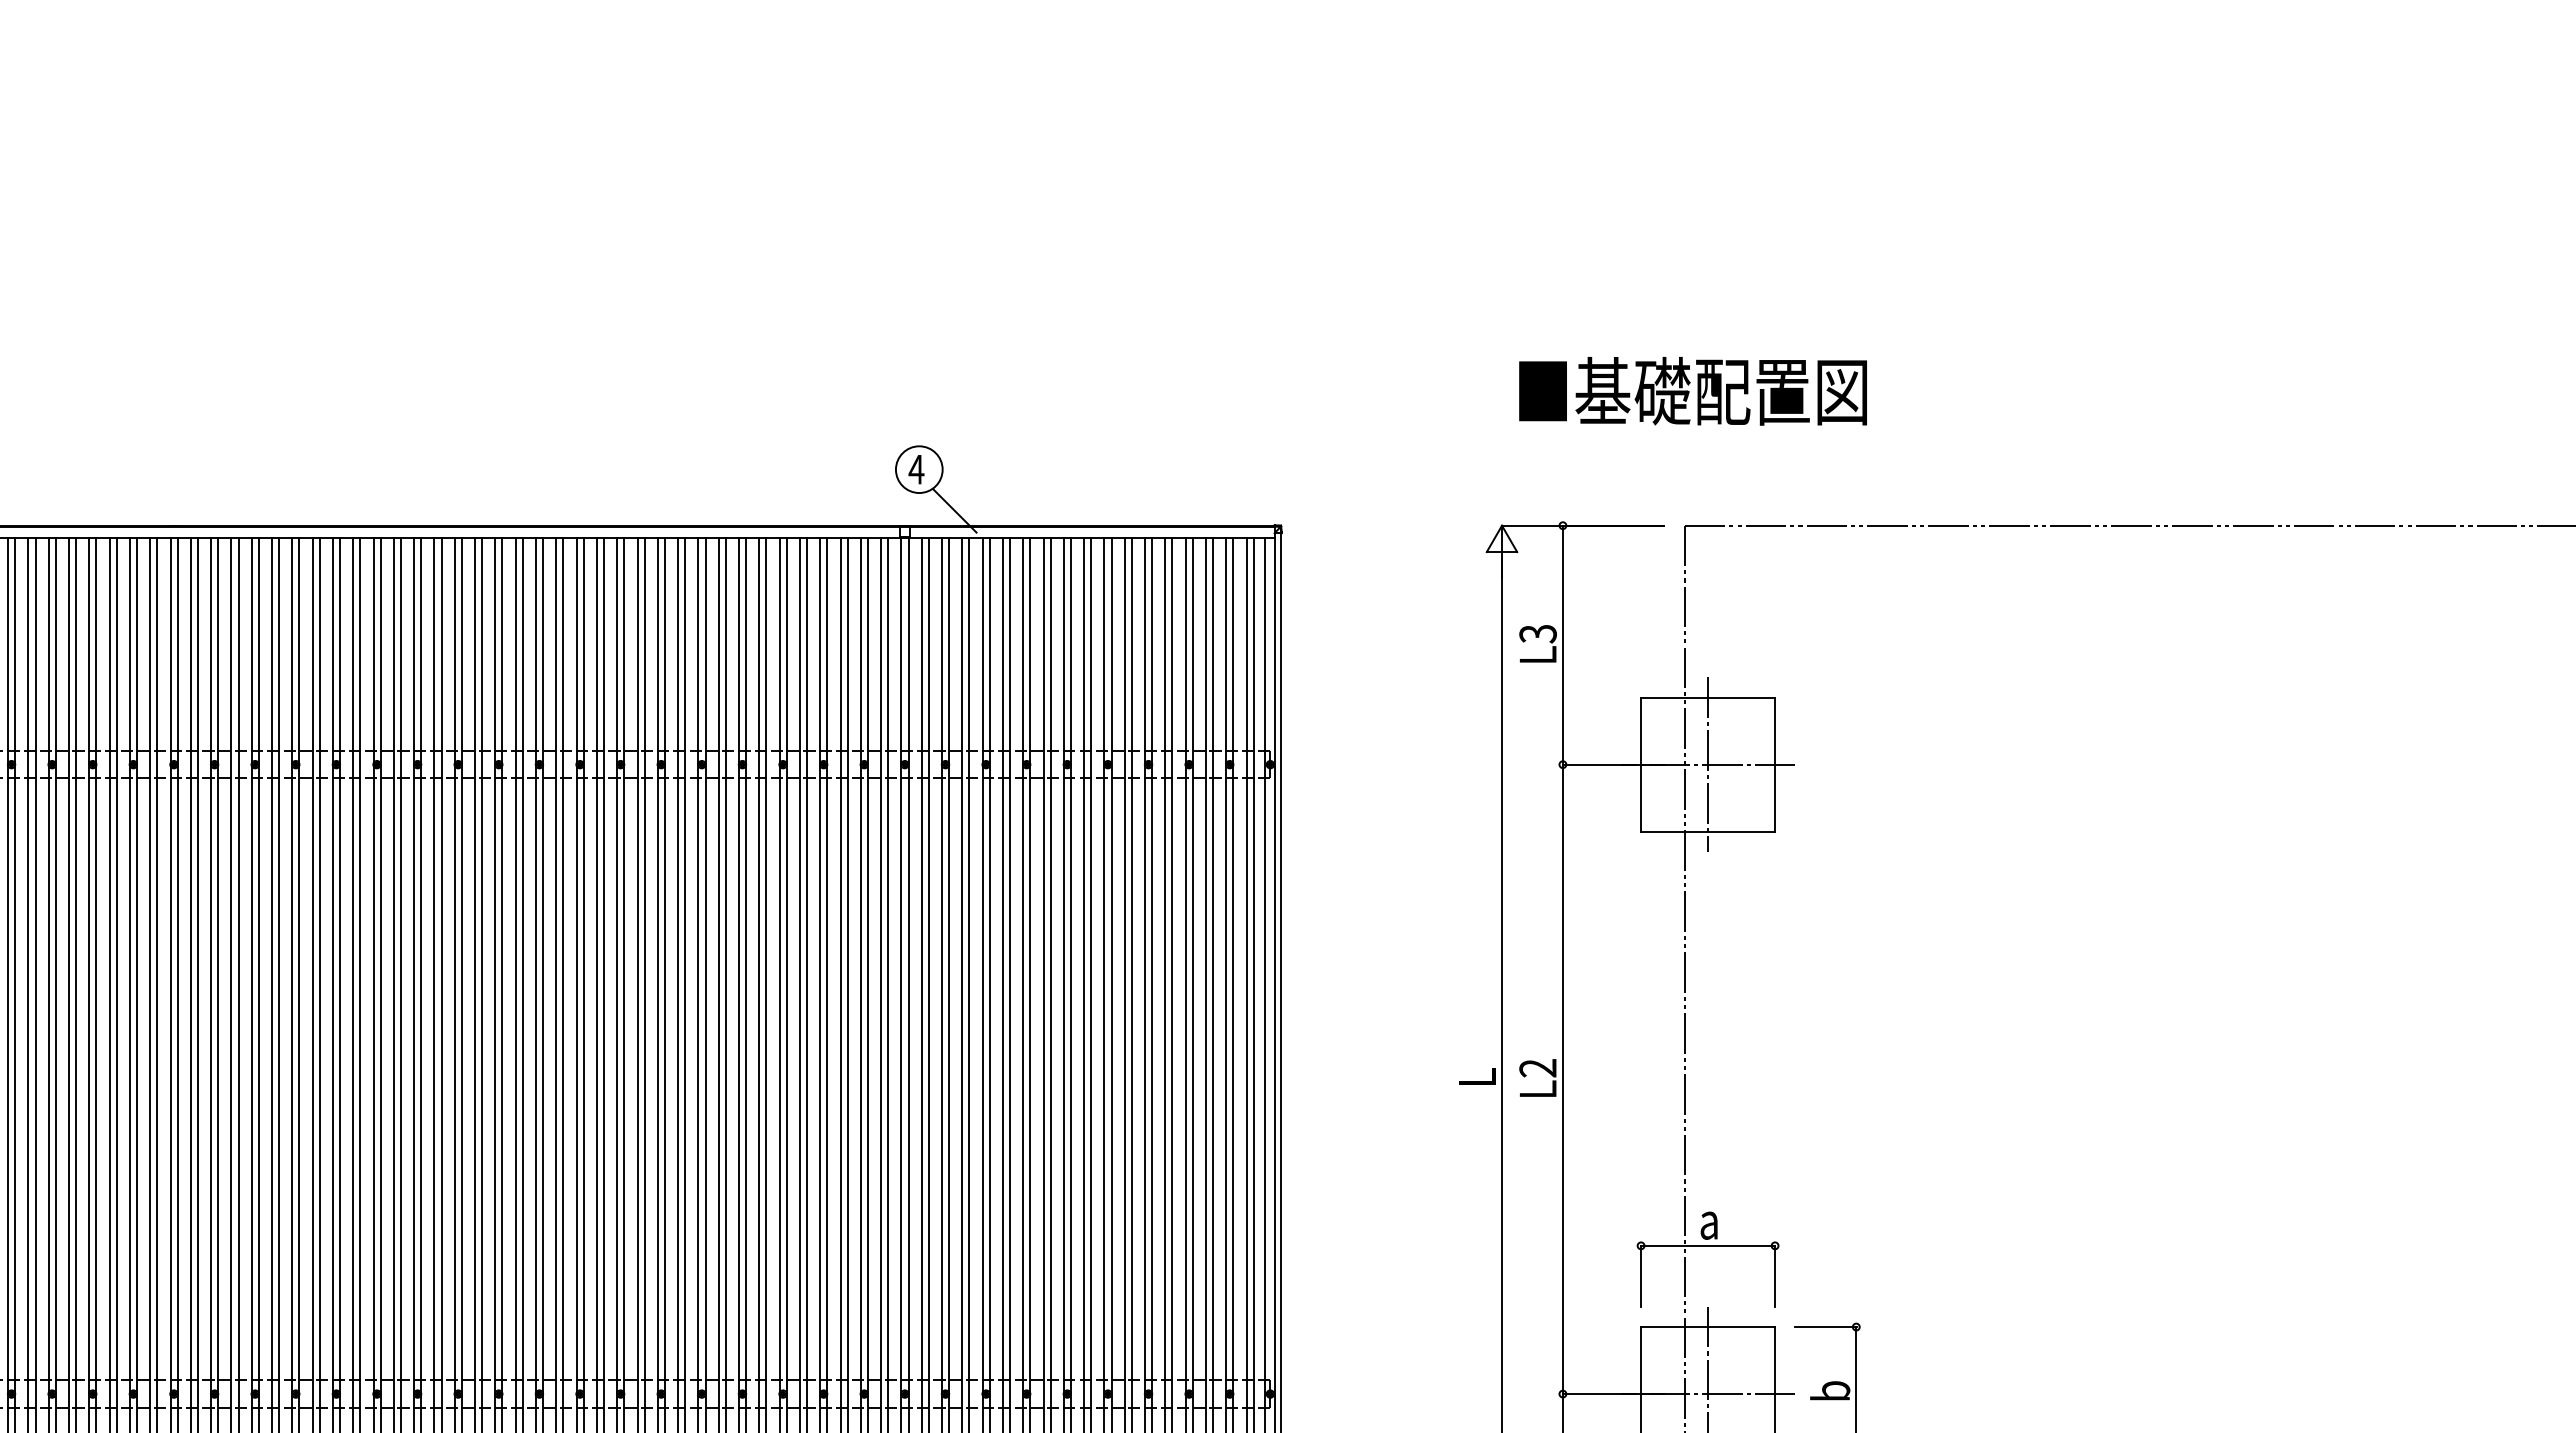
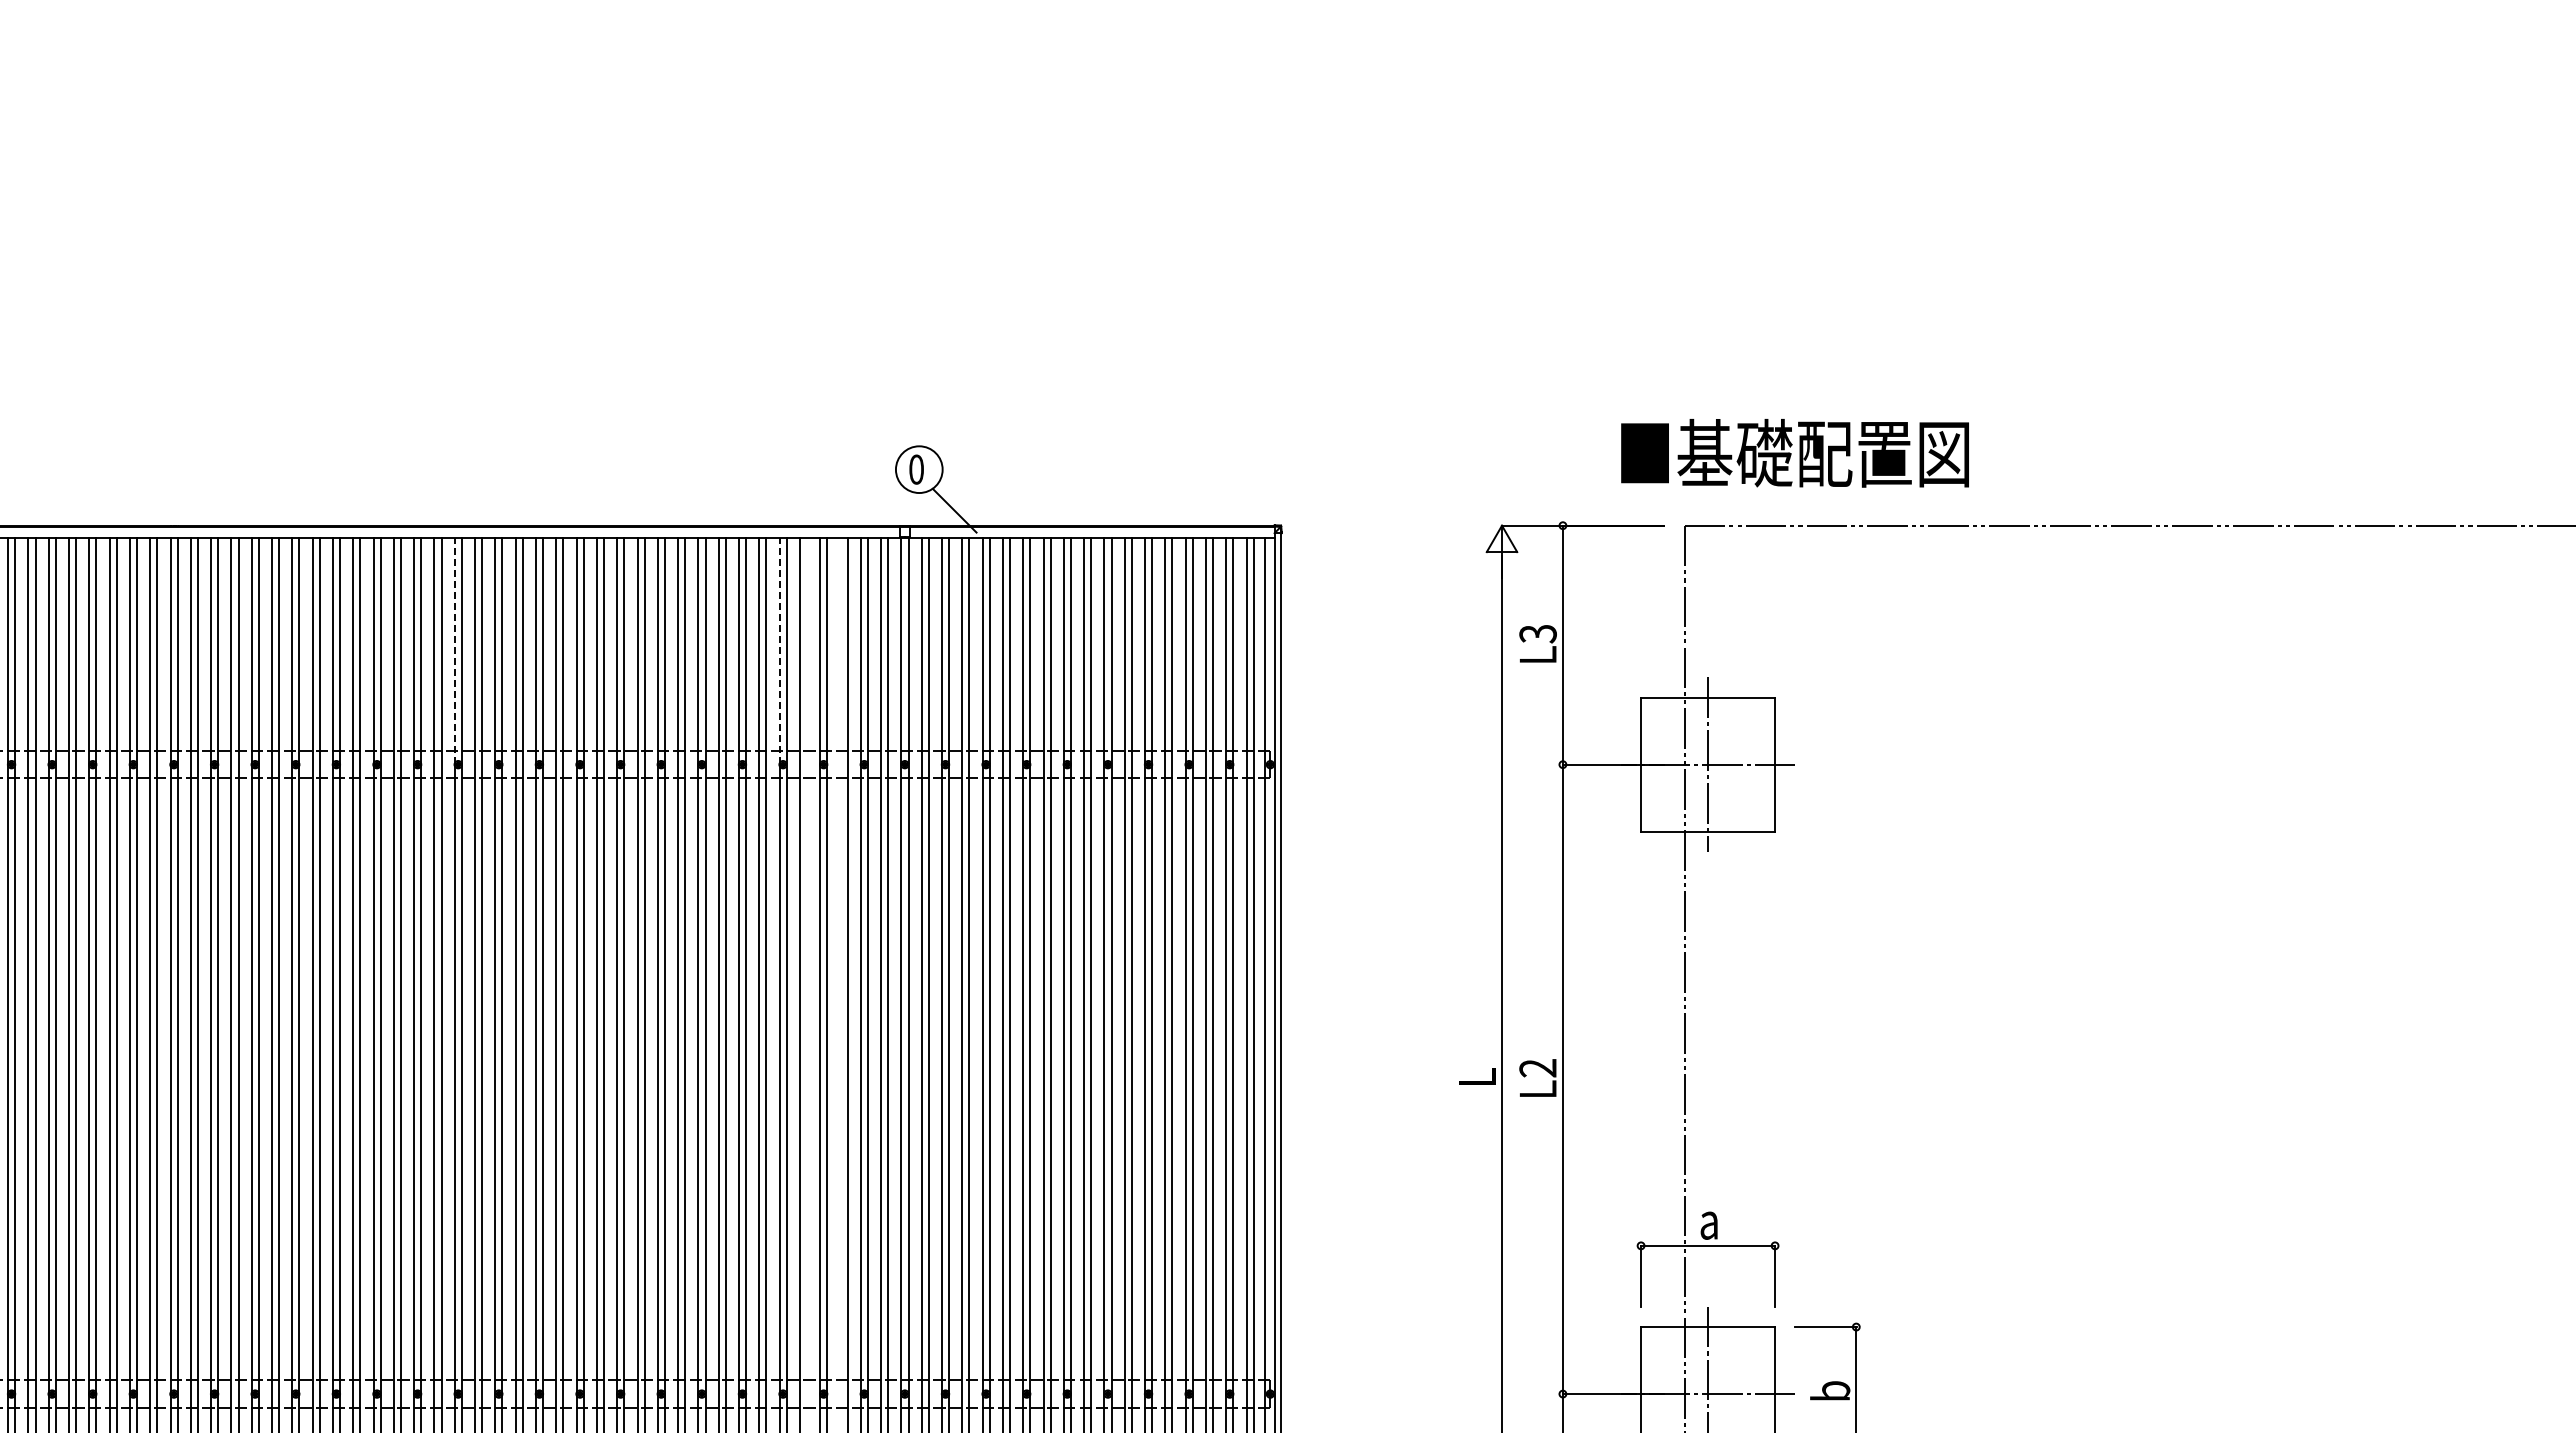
text at (1692, 391) position: (1692, 391) -> (1794, 453)
text at (916, 469): 4 -> 0
line at (454, 650): solid -> dashed
line at (779, 650): solid -> dashed
line at (807, 983): present -> none
line at (840, 983): present -> none
